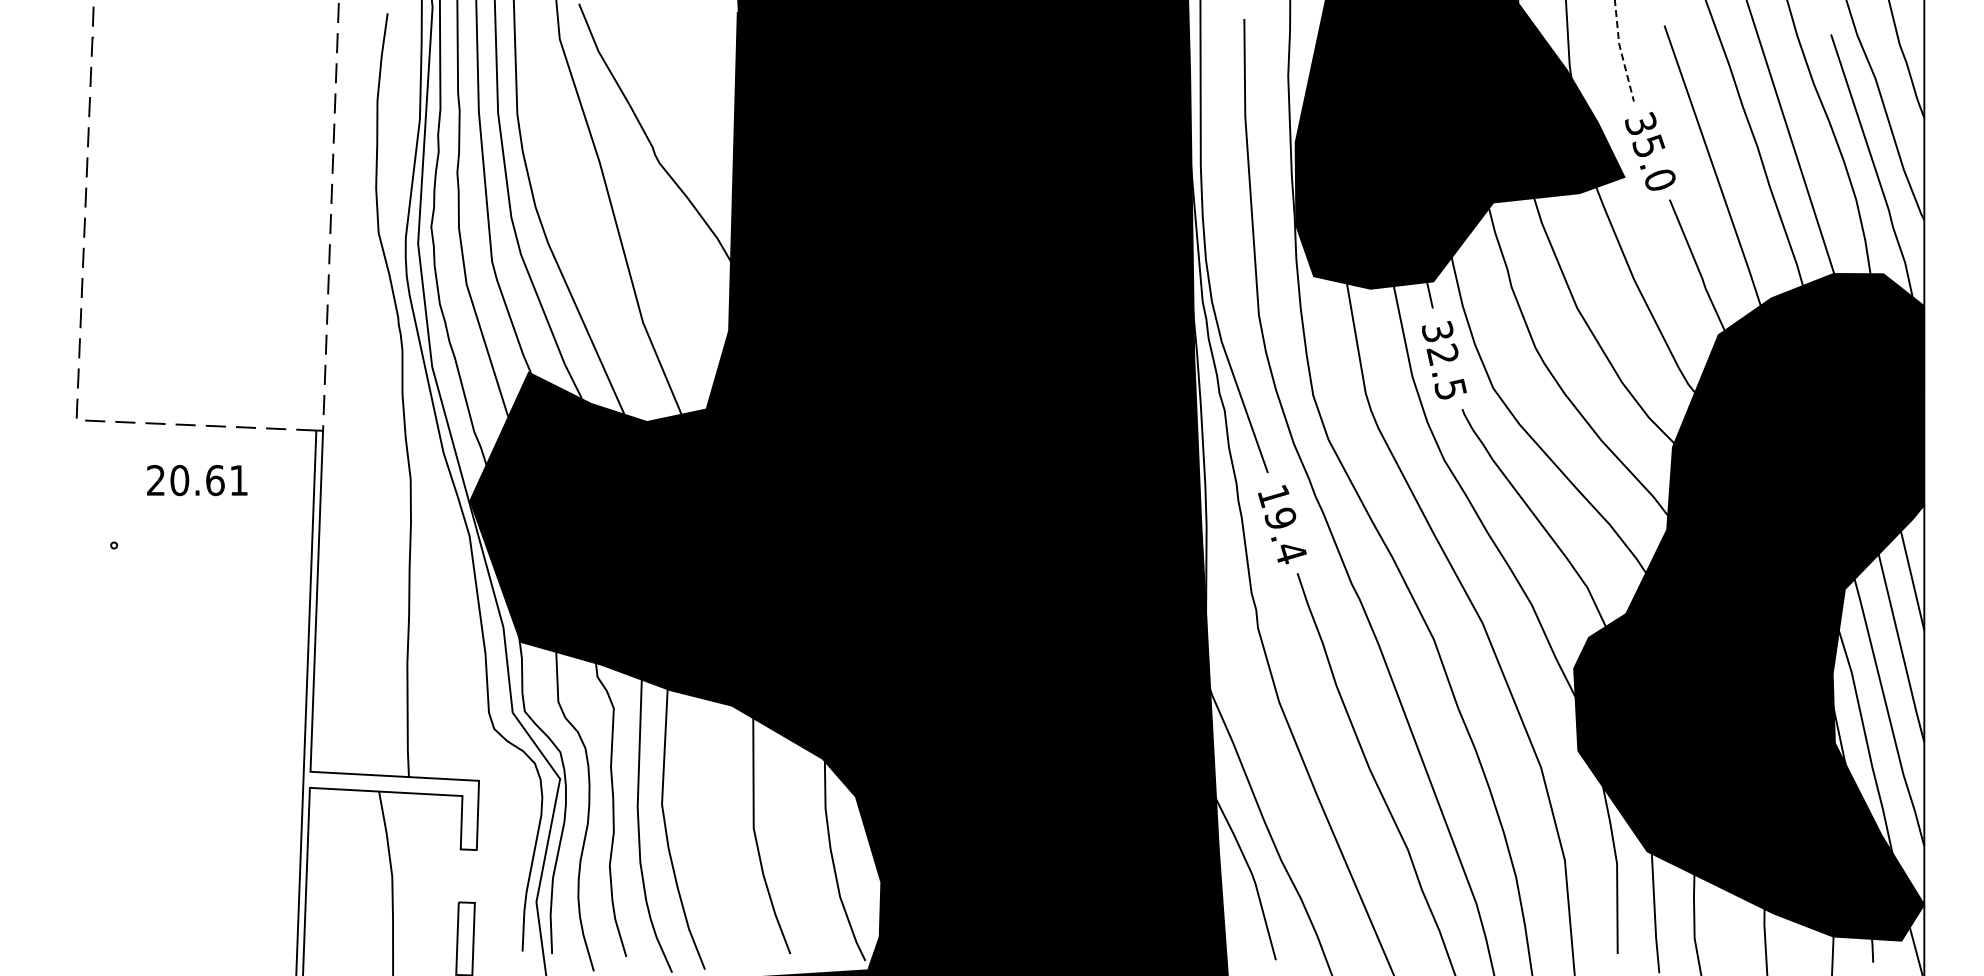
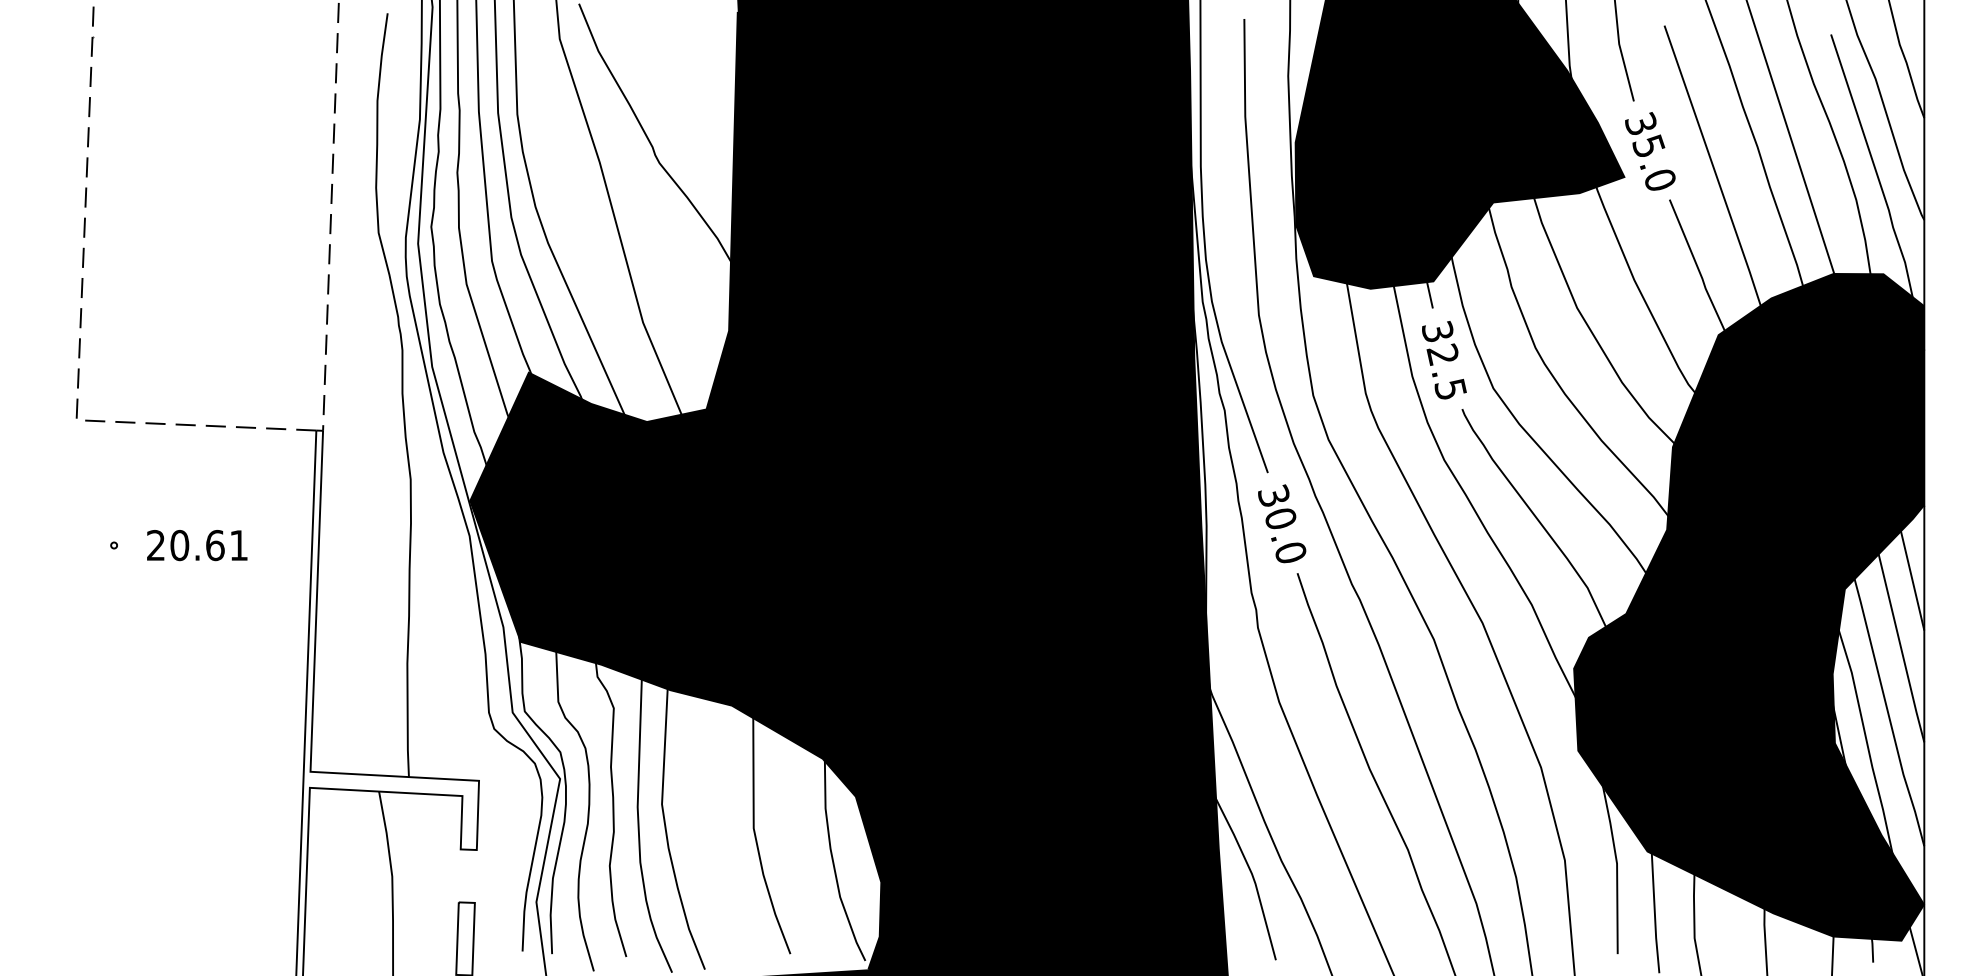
line at (1620, 50): dashed -> solid
text at (197, 480) position: (197, 480) -> (197, 545)
text at (1282, 524): 19.4 -> 30.0
